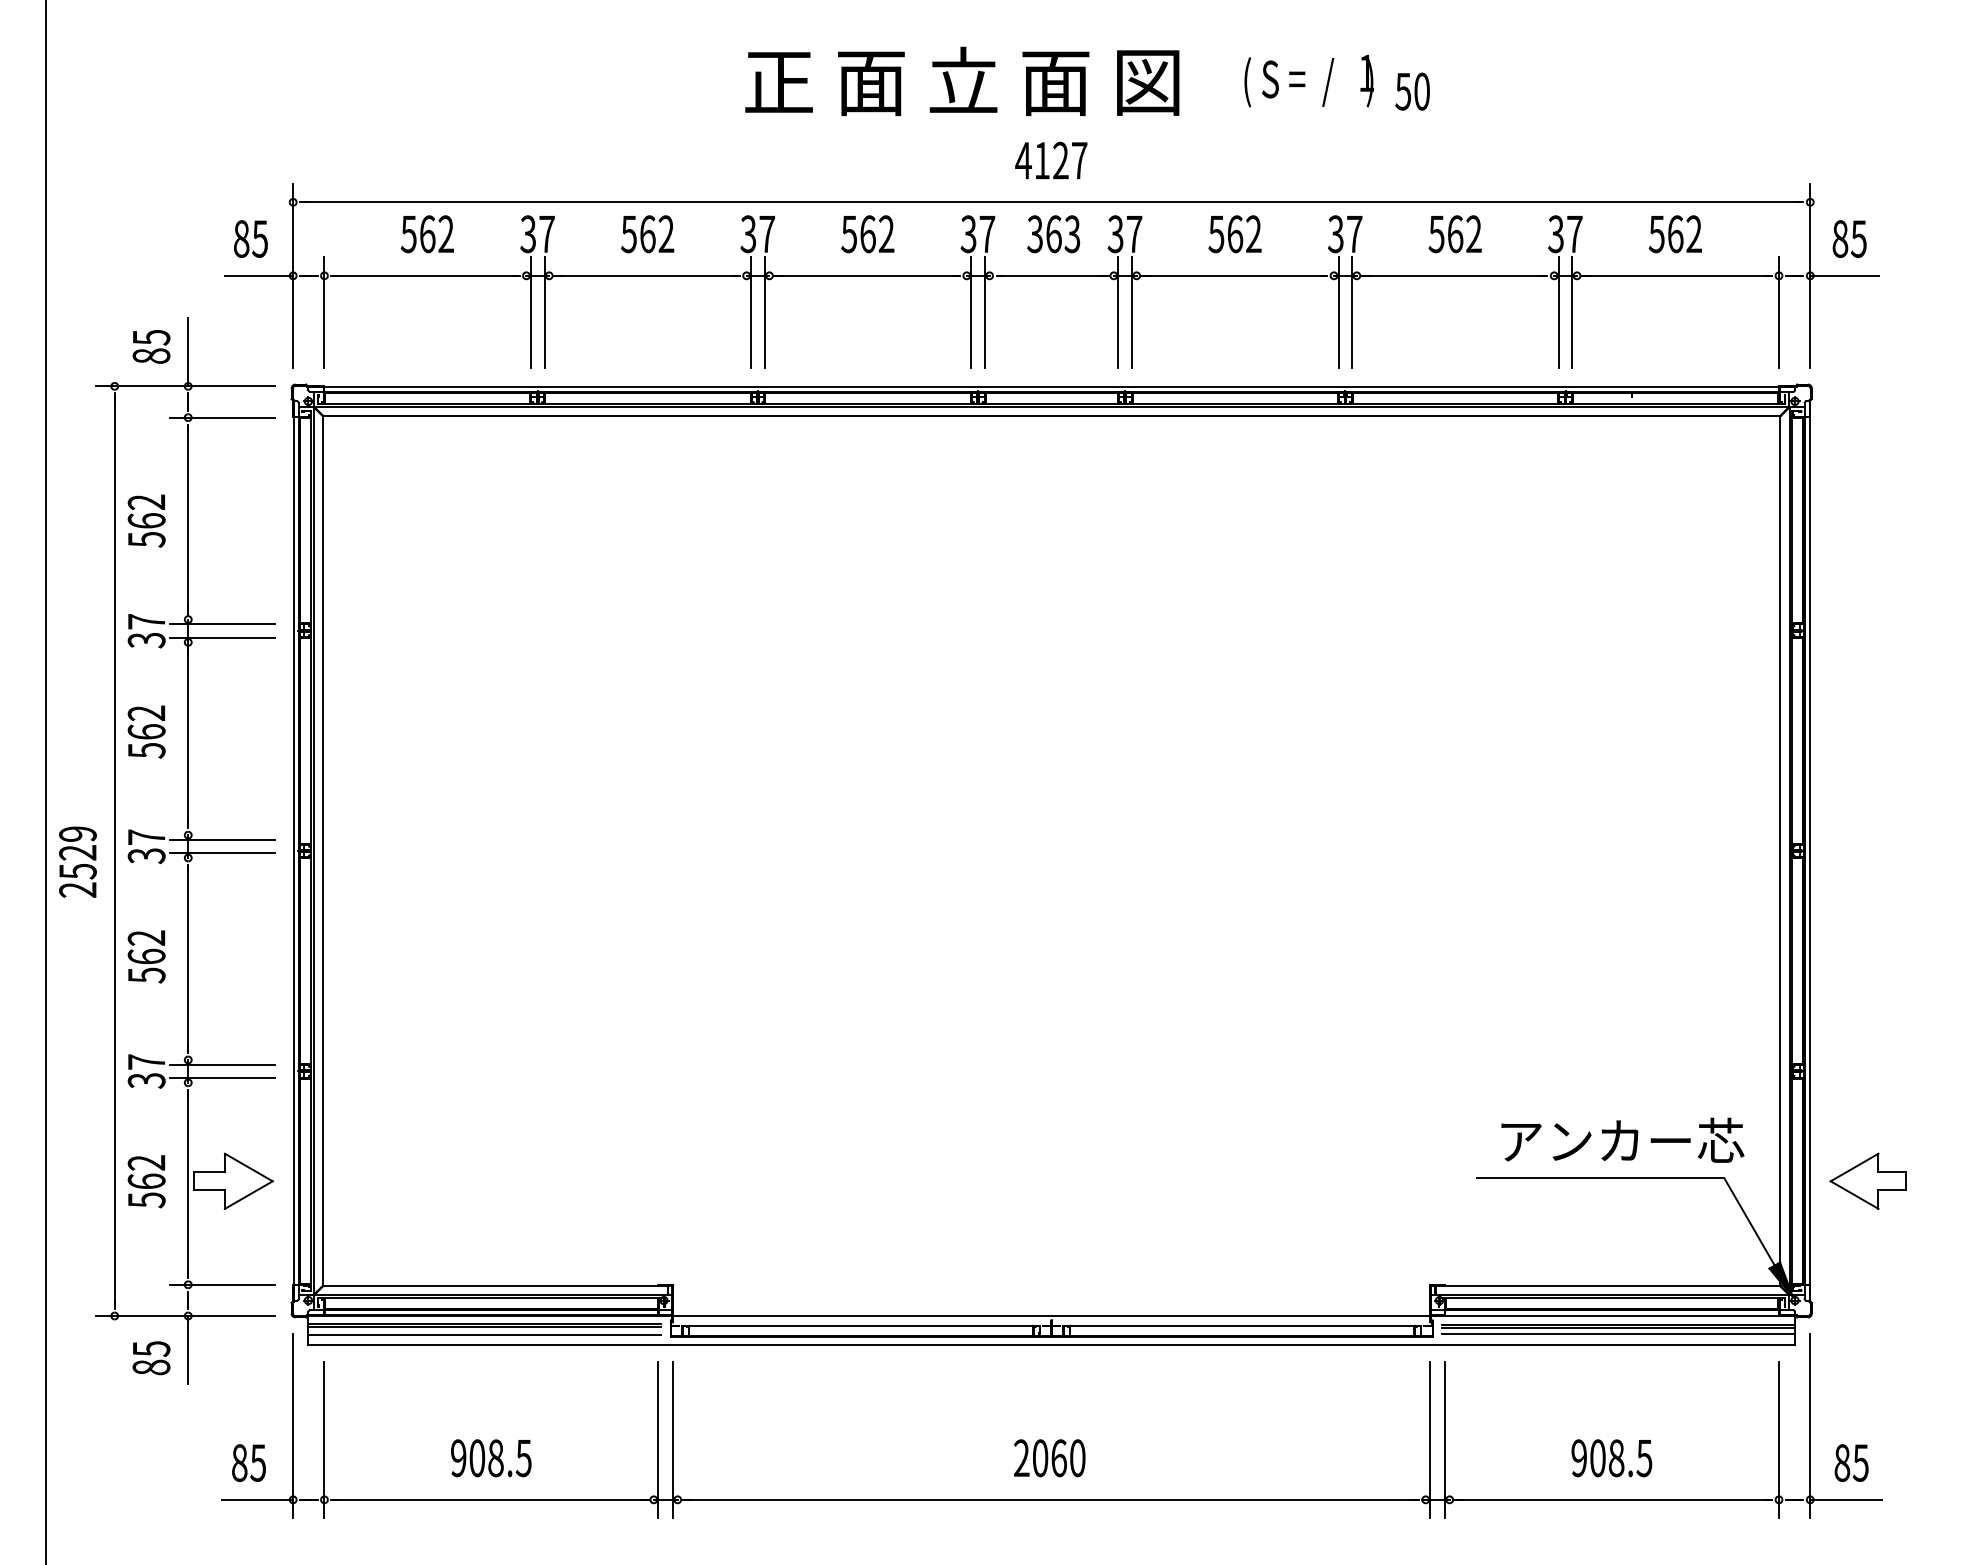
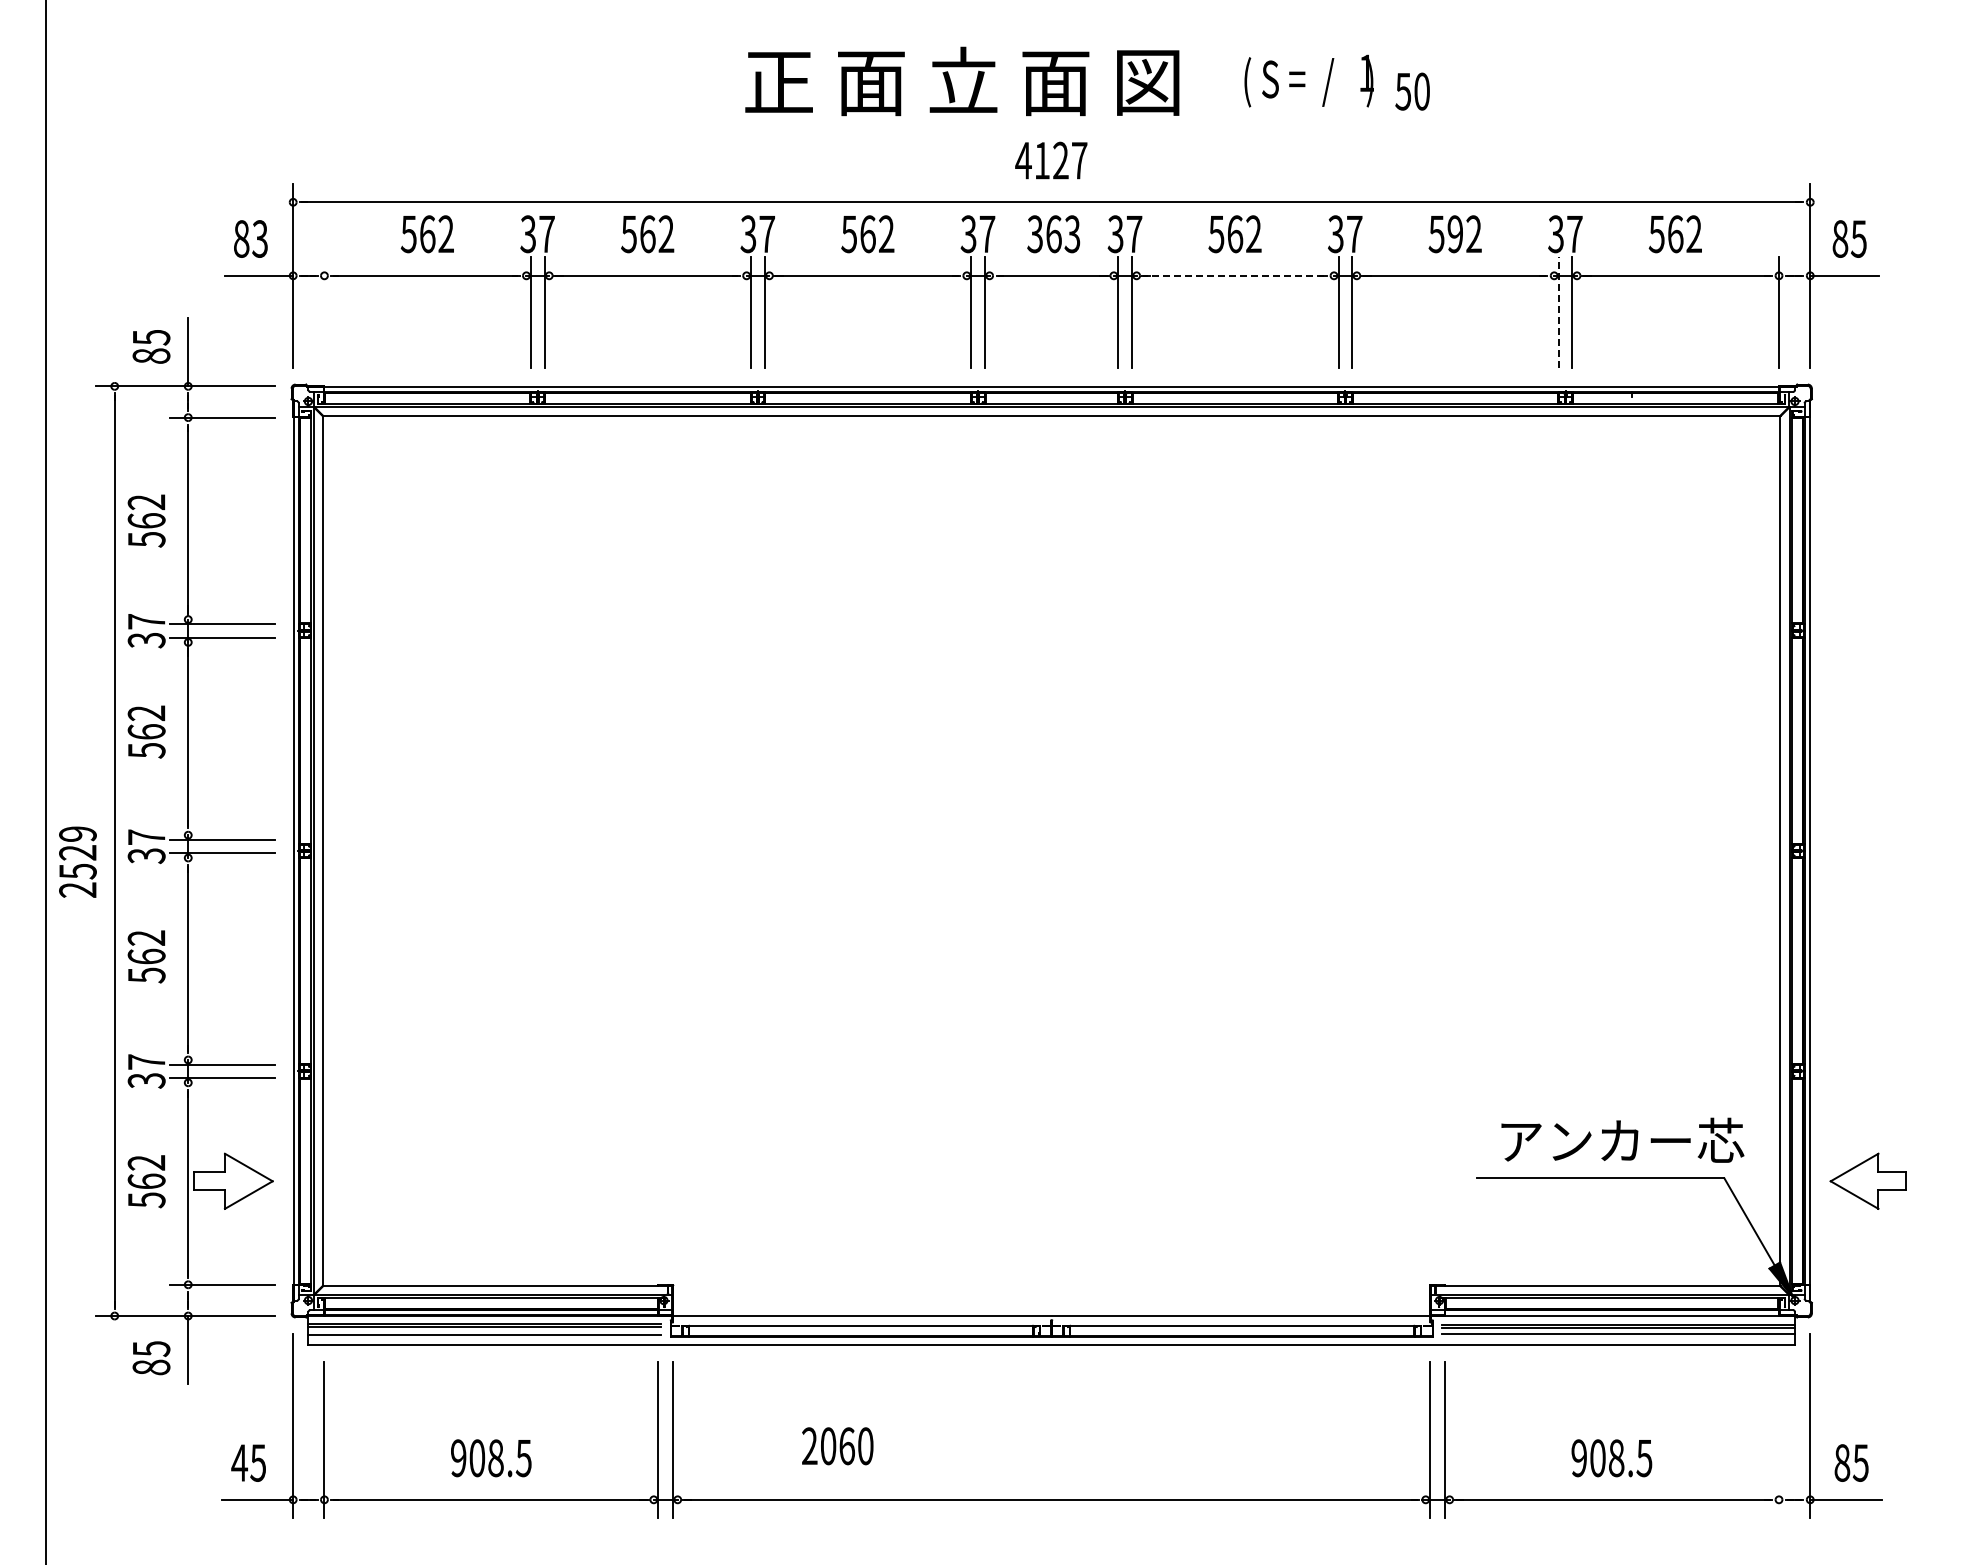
text at (1455, 234): 562 -> 592
text at (259, 238): 85 -> 83
line at (1233, 275): solid -> dashed
line at (324, 312): present -> none
line at (1558, 312): solid -> dashed
line at (1779, 1440): present -> none
text at (1049, 1458) position: (1049, 1458) -> (837, 1446)
text at (239, 1462): 85 -> 45
